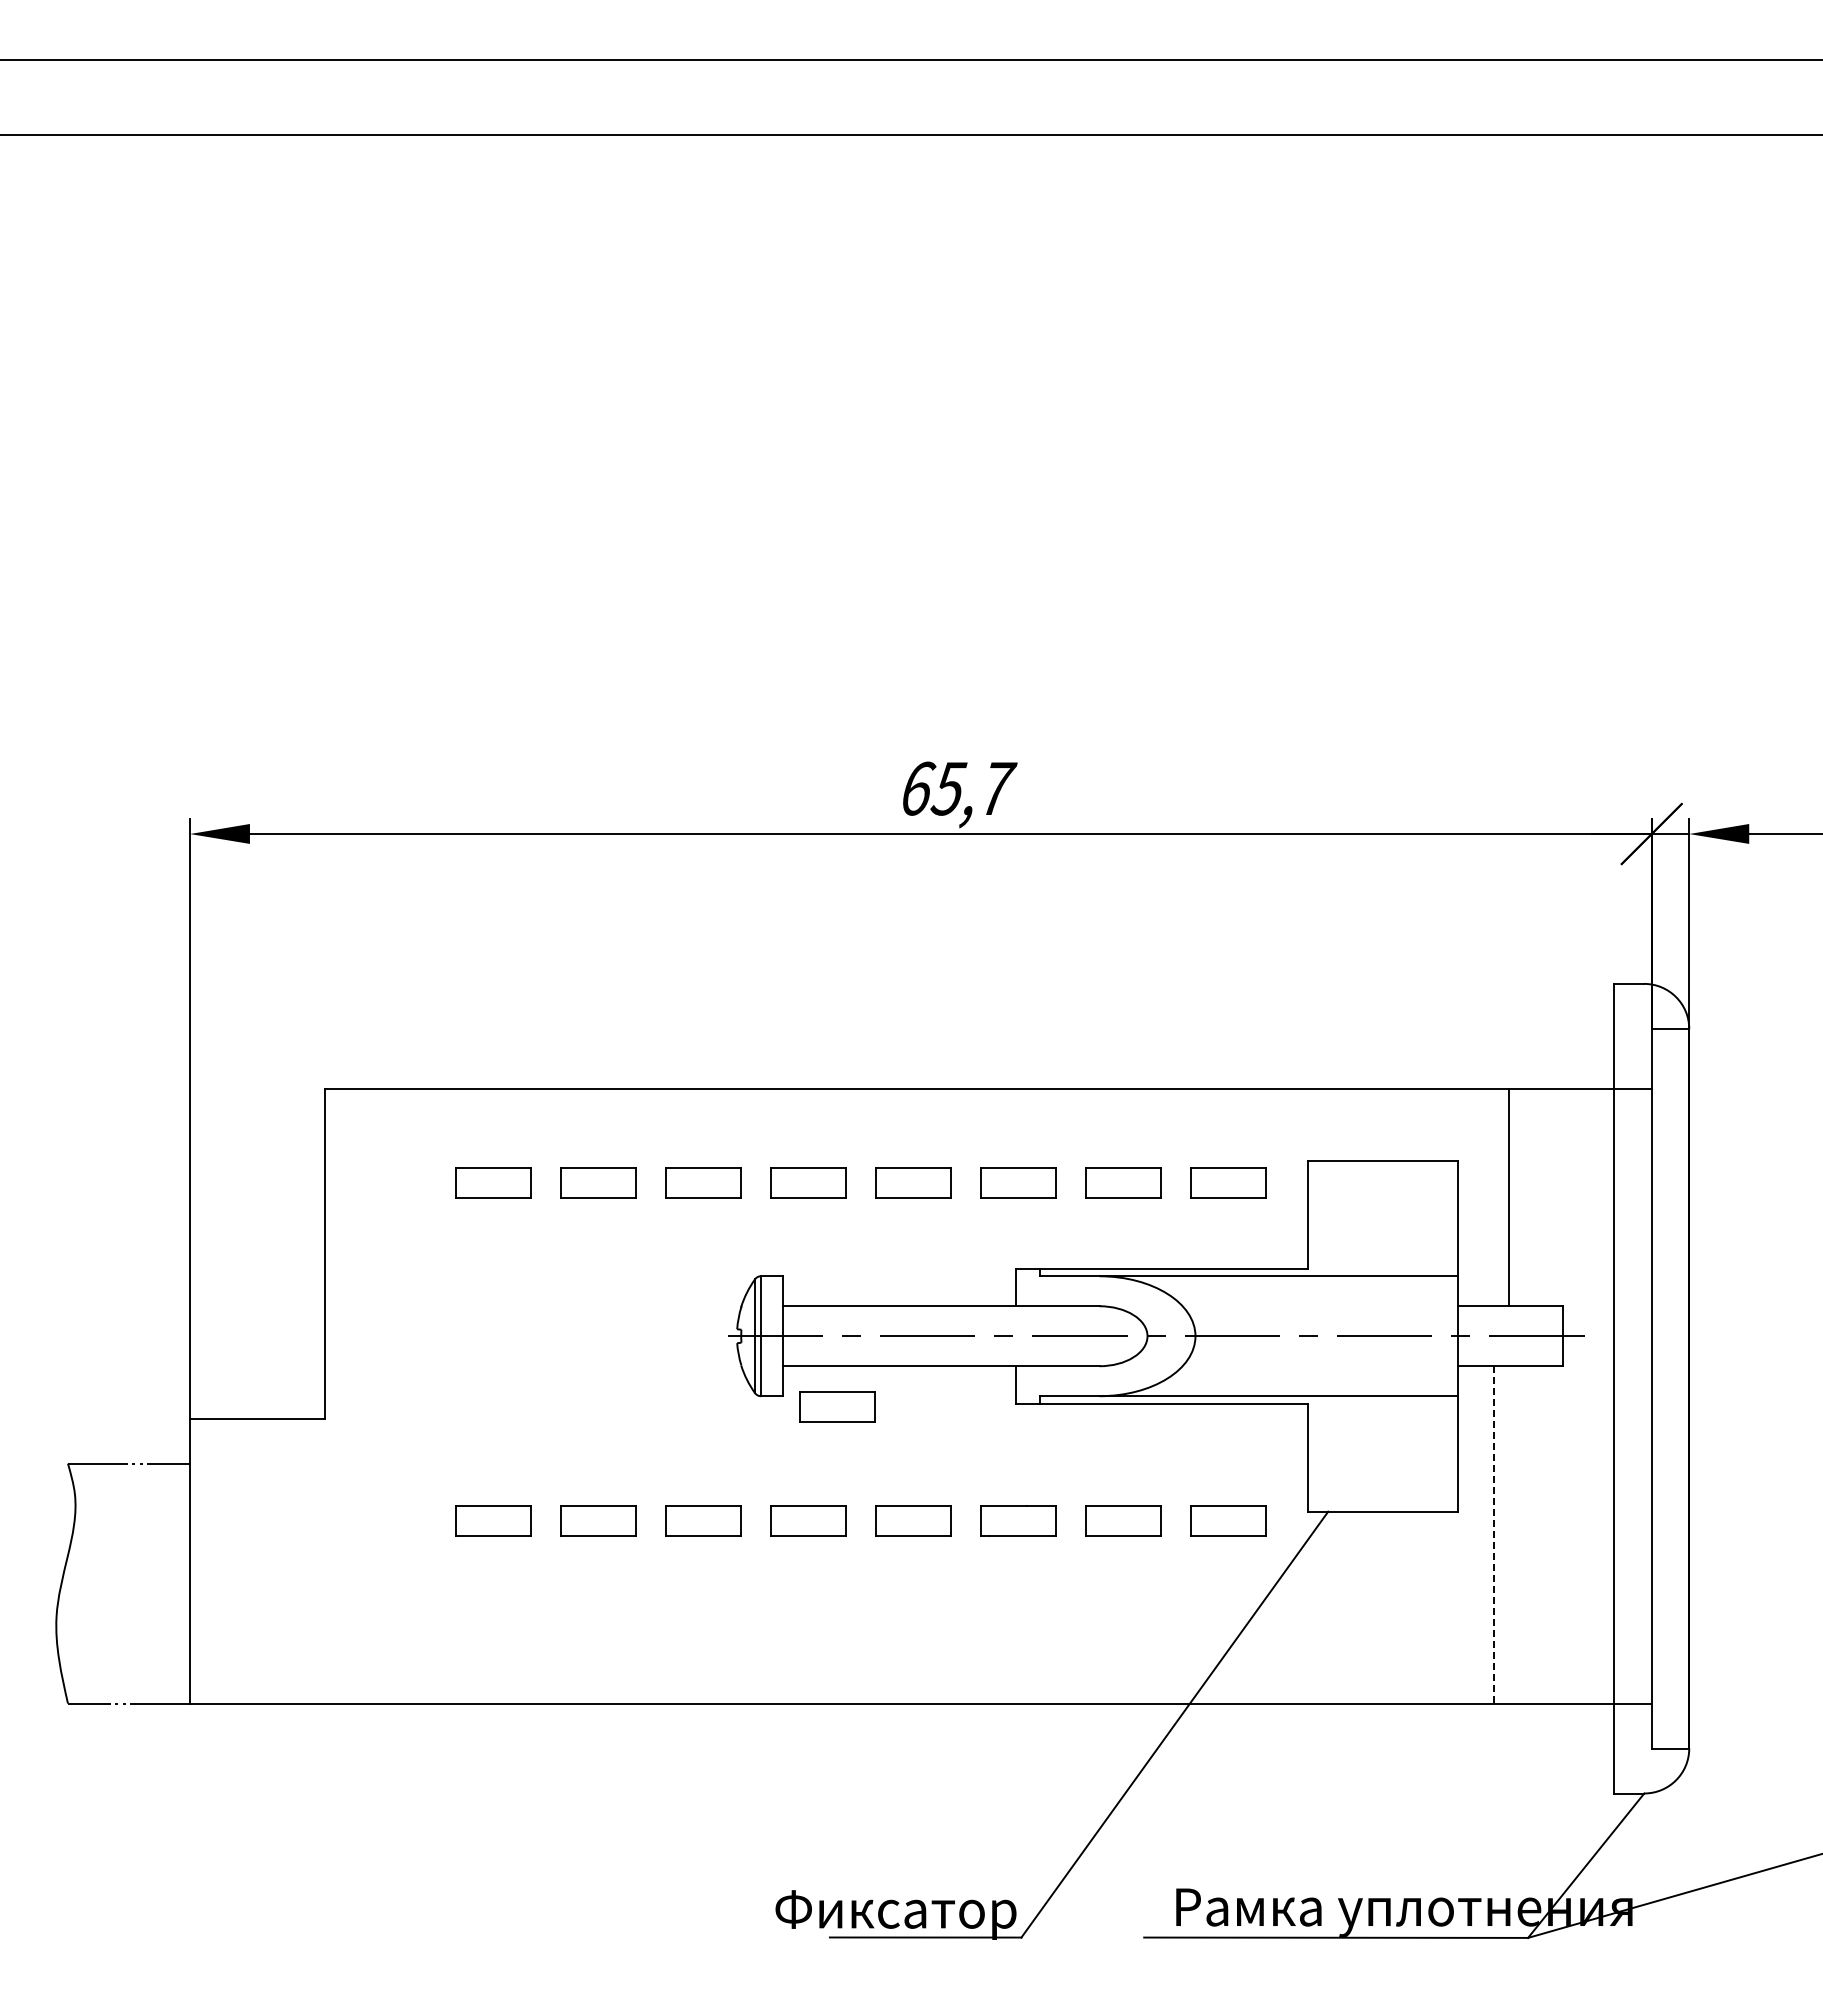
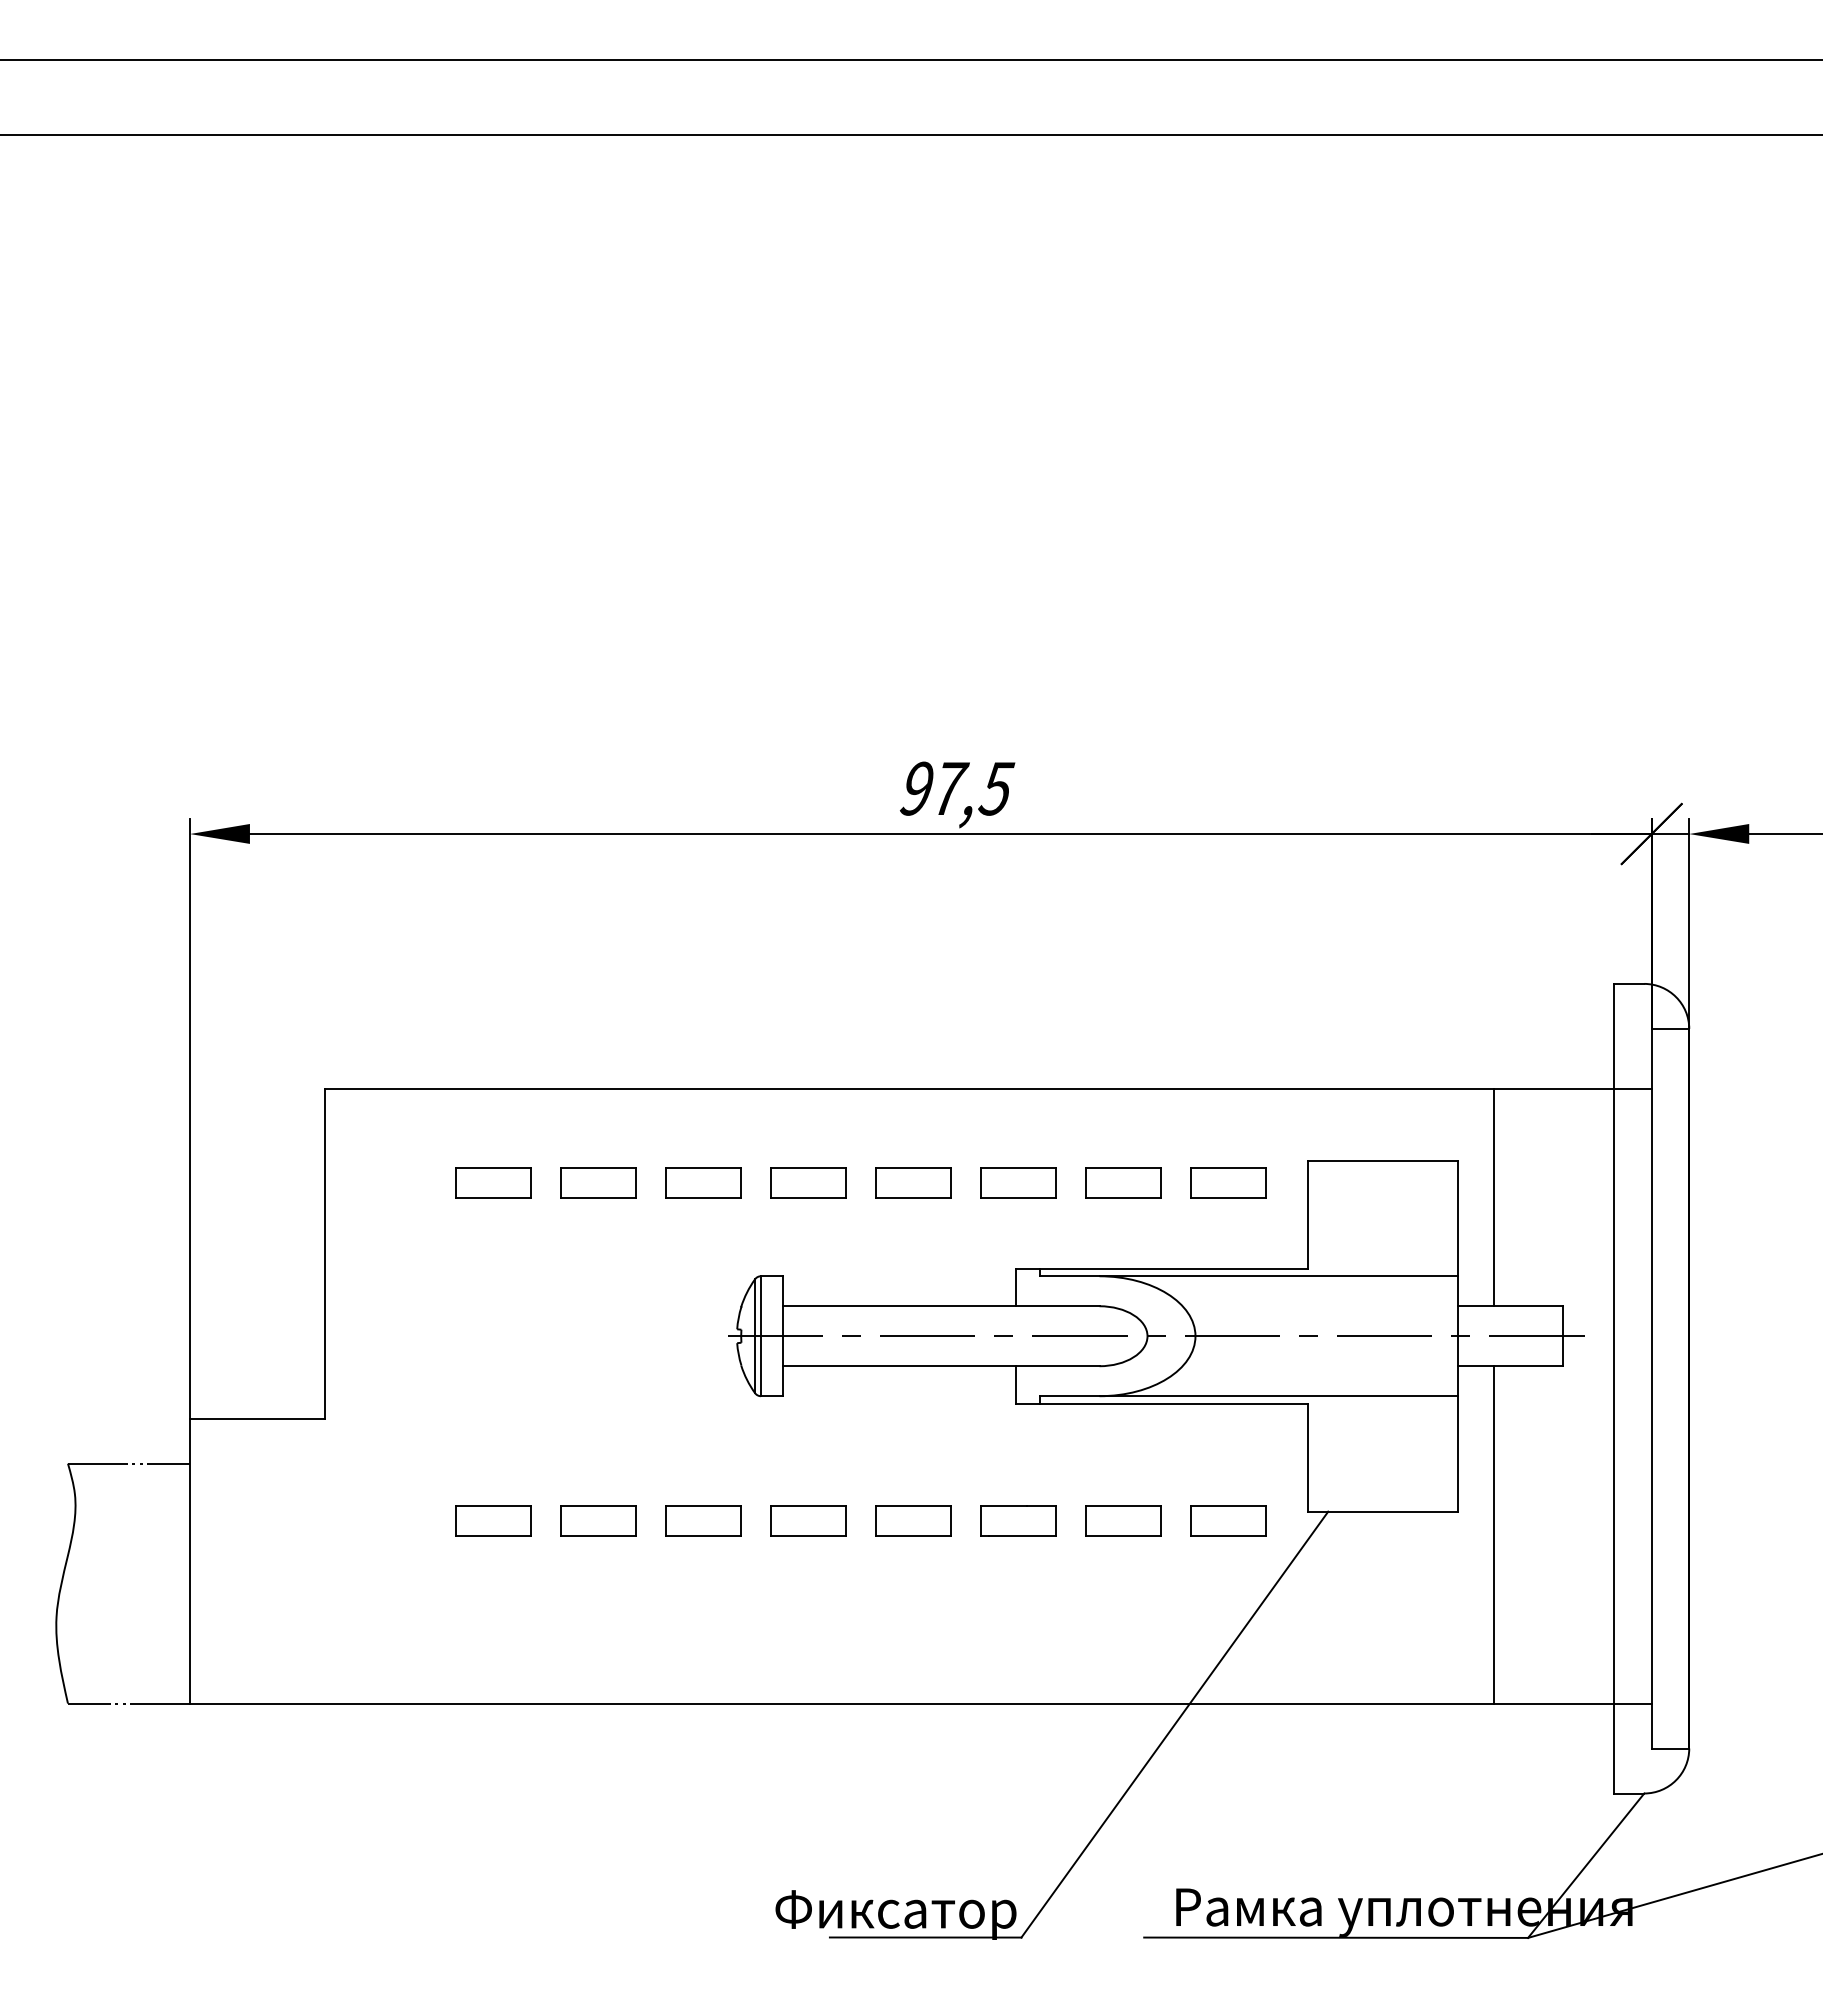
text at (958, 788): 65,7 -> 97,5
line at (1509, 1197) position: (1509, 1197) -> (1494, 1197)
part at (837, 1406): present -> none
line at (1494, 1534): dashed -> solid
